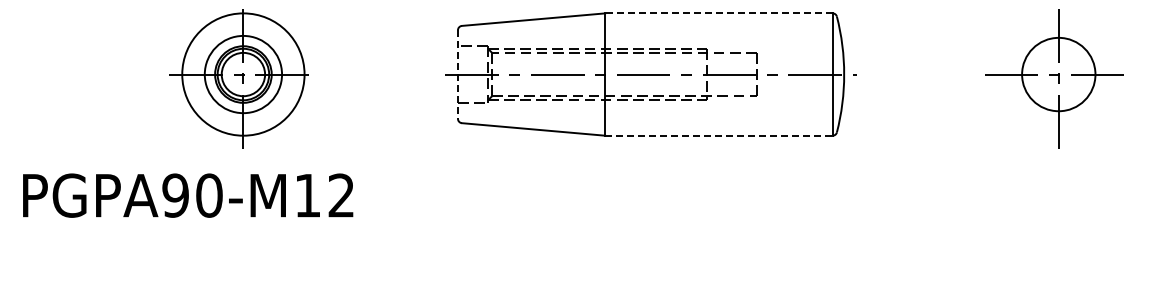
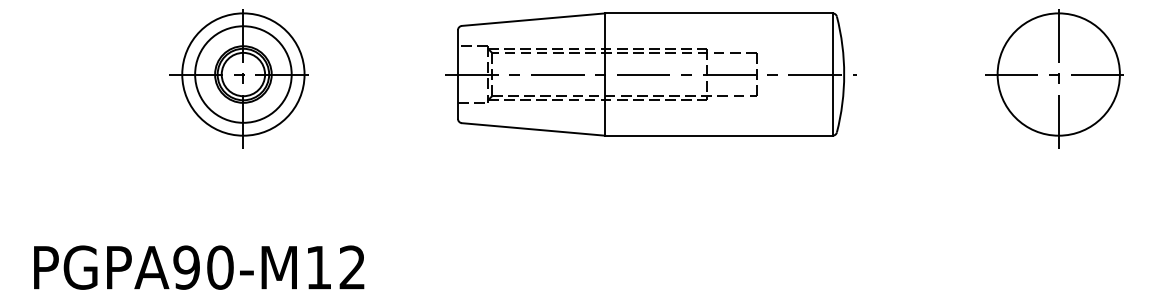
line at (718, 13): dashed -> solid
circle at (243, 74) diameter: 77 px -> 97 px
circle at (1058, 74) diameter: 73 px -> 122 px
line at (457, 75): dashed -> solid
line at (718, 135): dashed -> solid
text at (188, 195) position: (188, 195) -> (199, 267)
